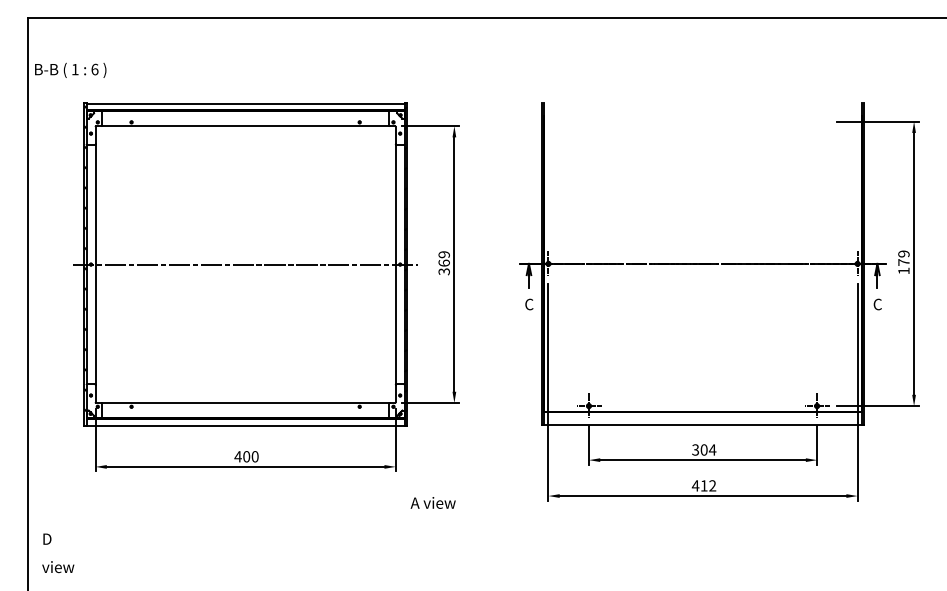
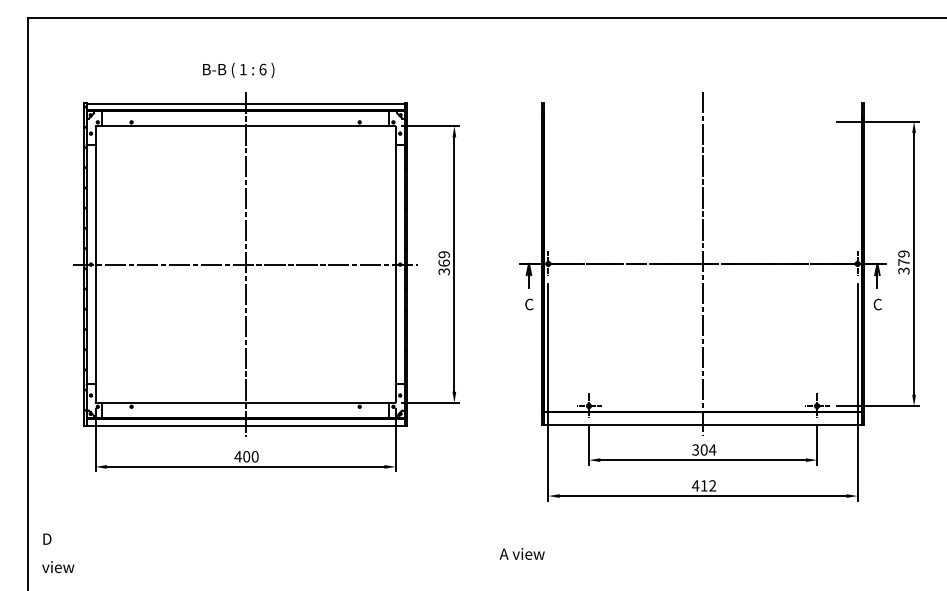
text at (70, 69) position: (70, 69) -> (238, 69)
line at (703, 263): none -> present
line at (245, 264): none -> present
text at (903, 270): 179 -> 379
text at (432, 502) position: (432, 502) -> (521, 553)
